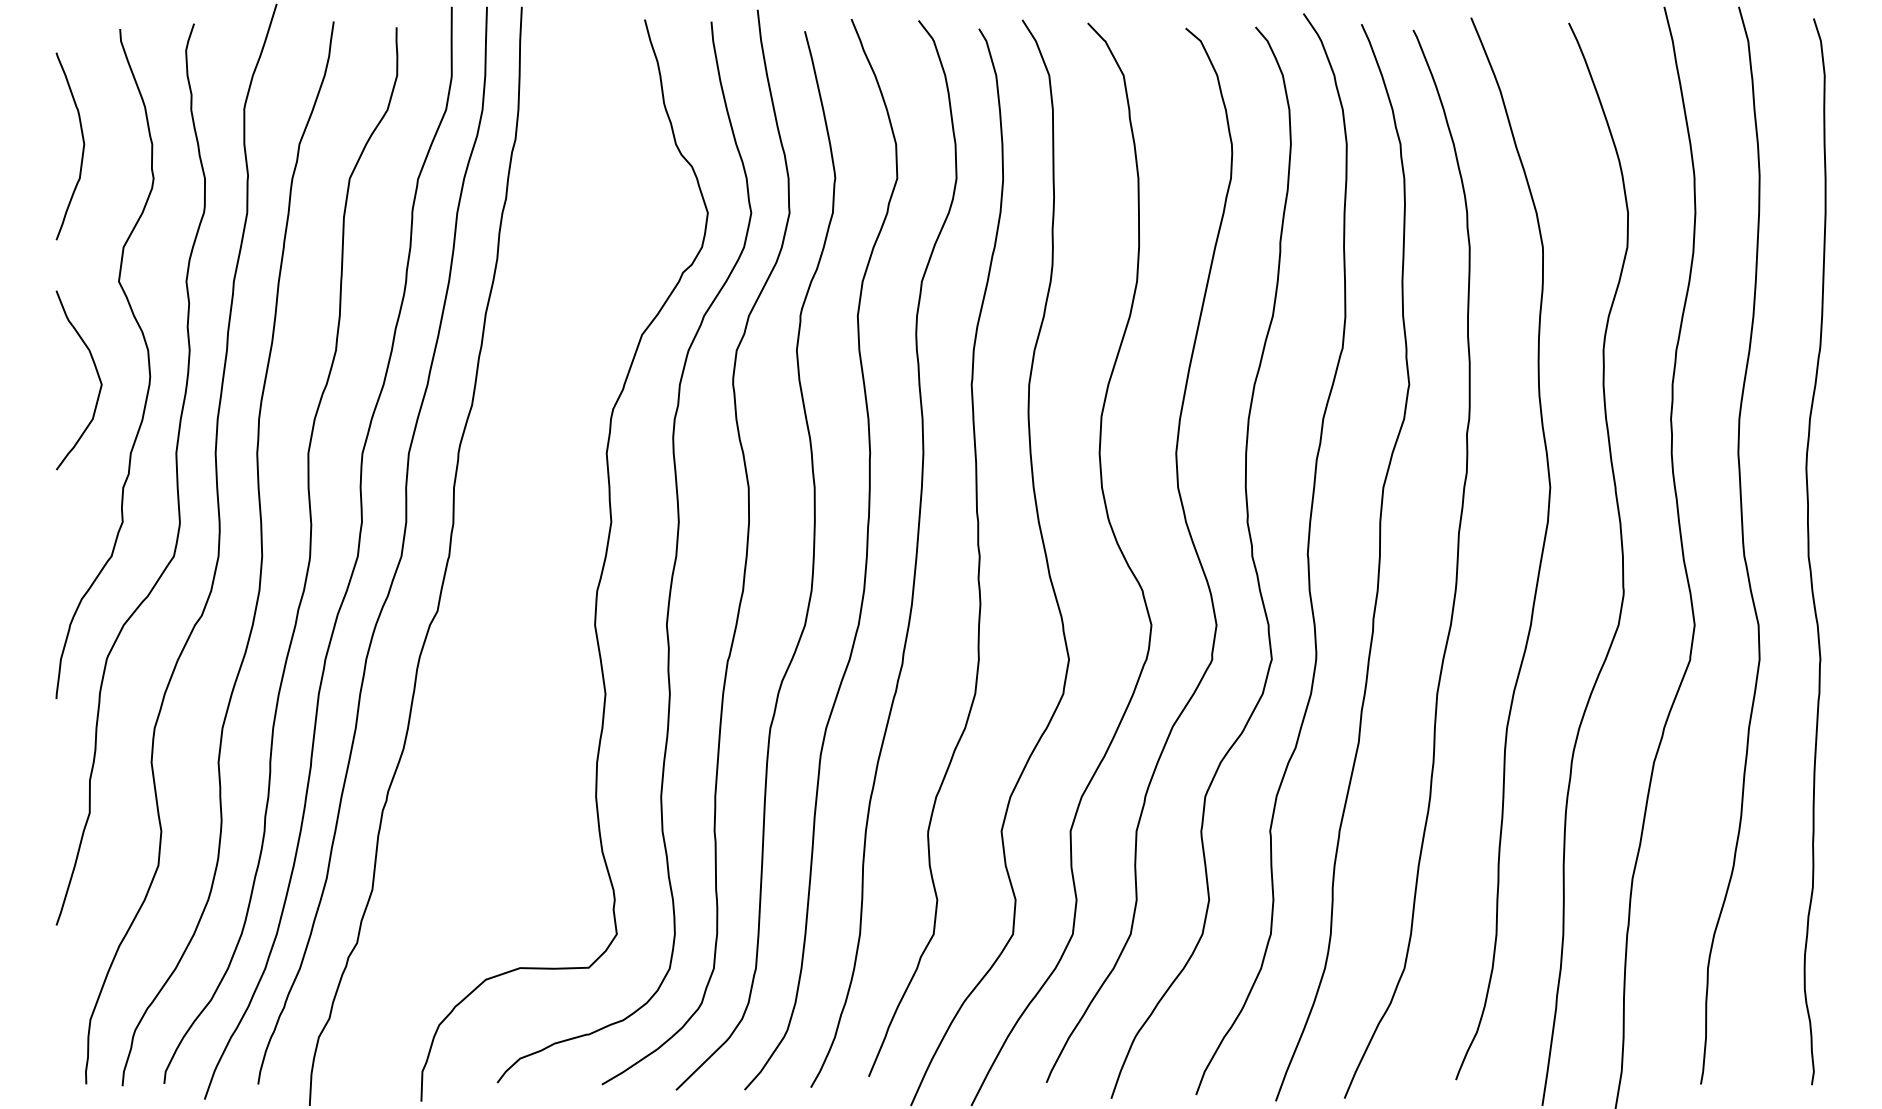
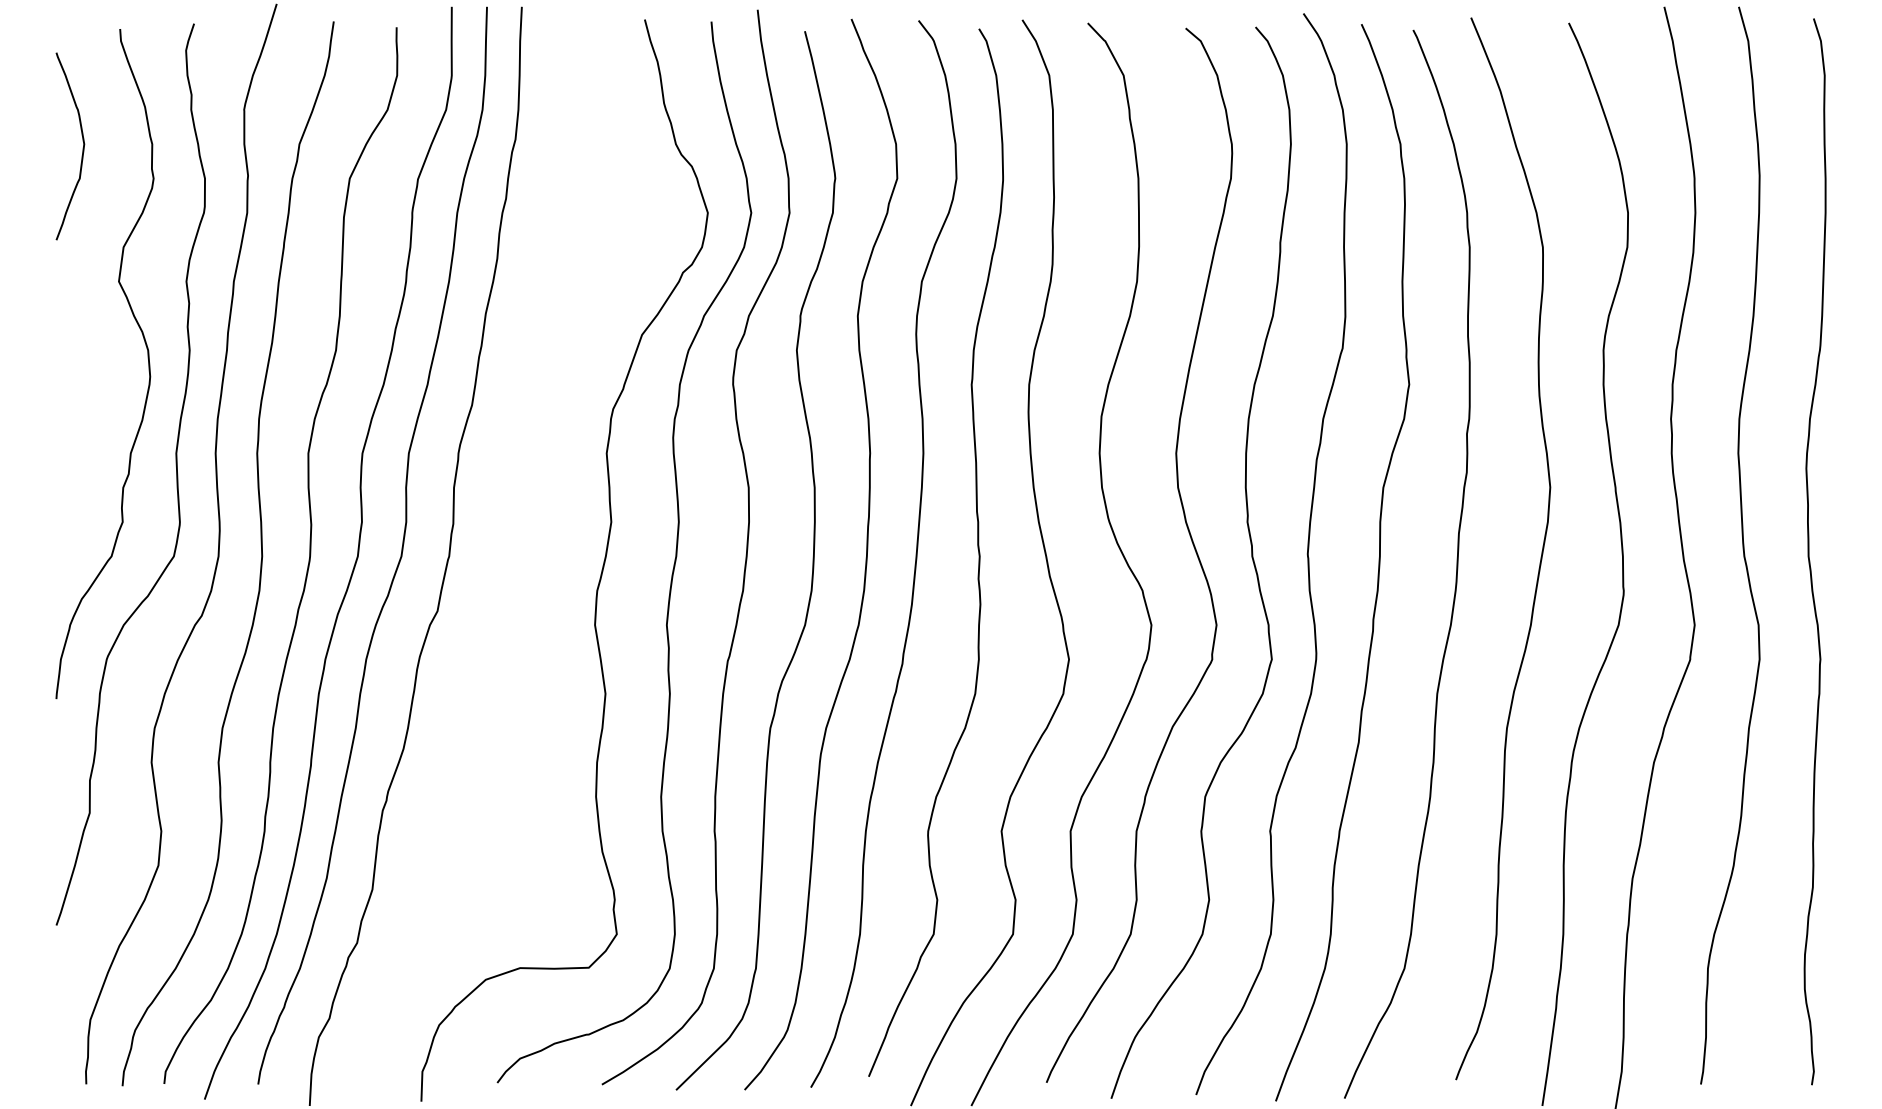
curve at (97, 375): present -> none
